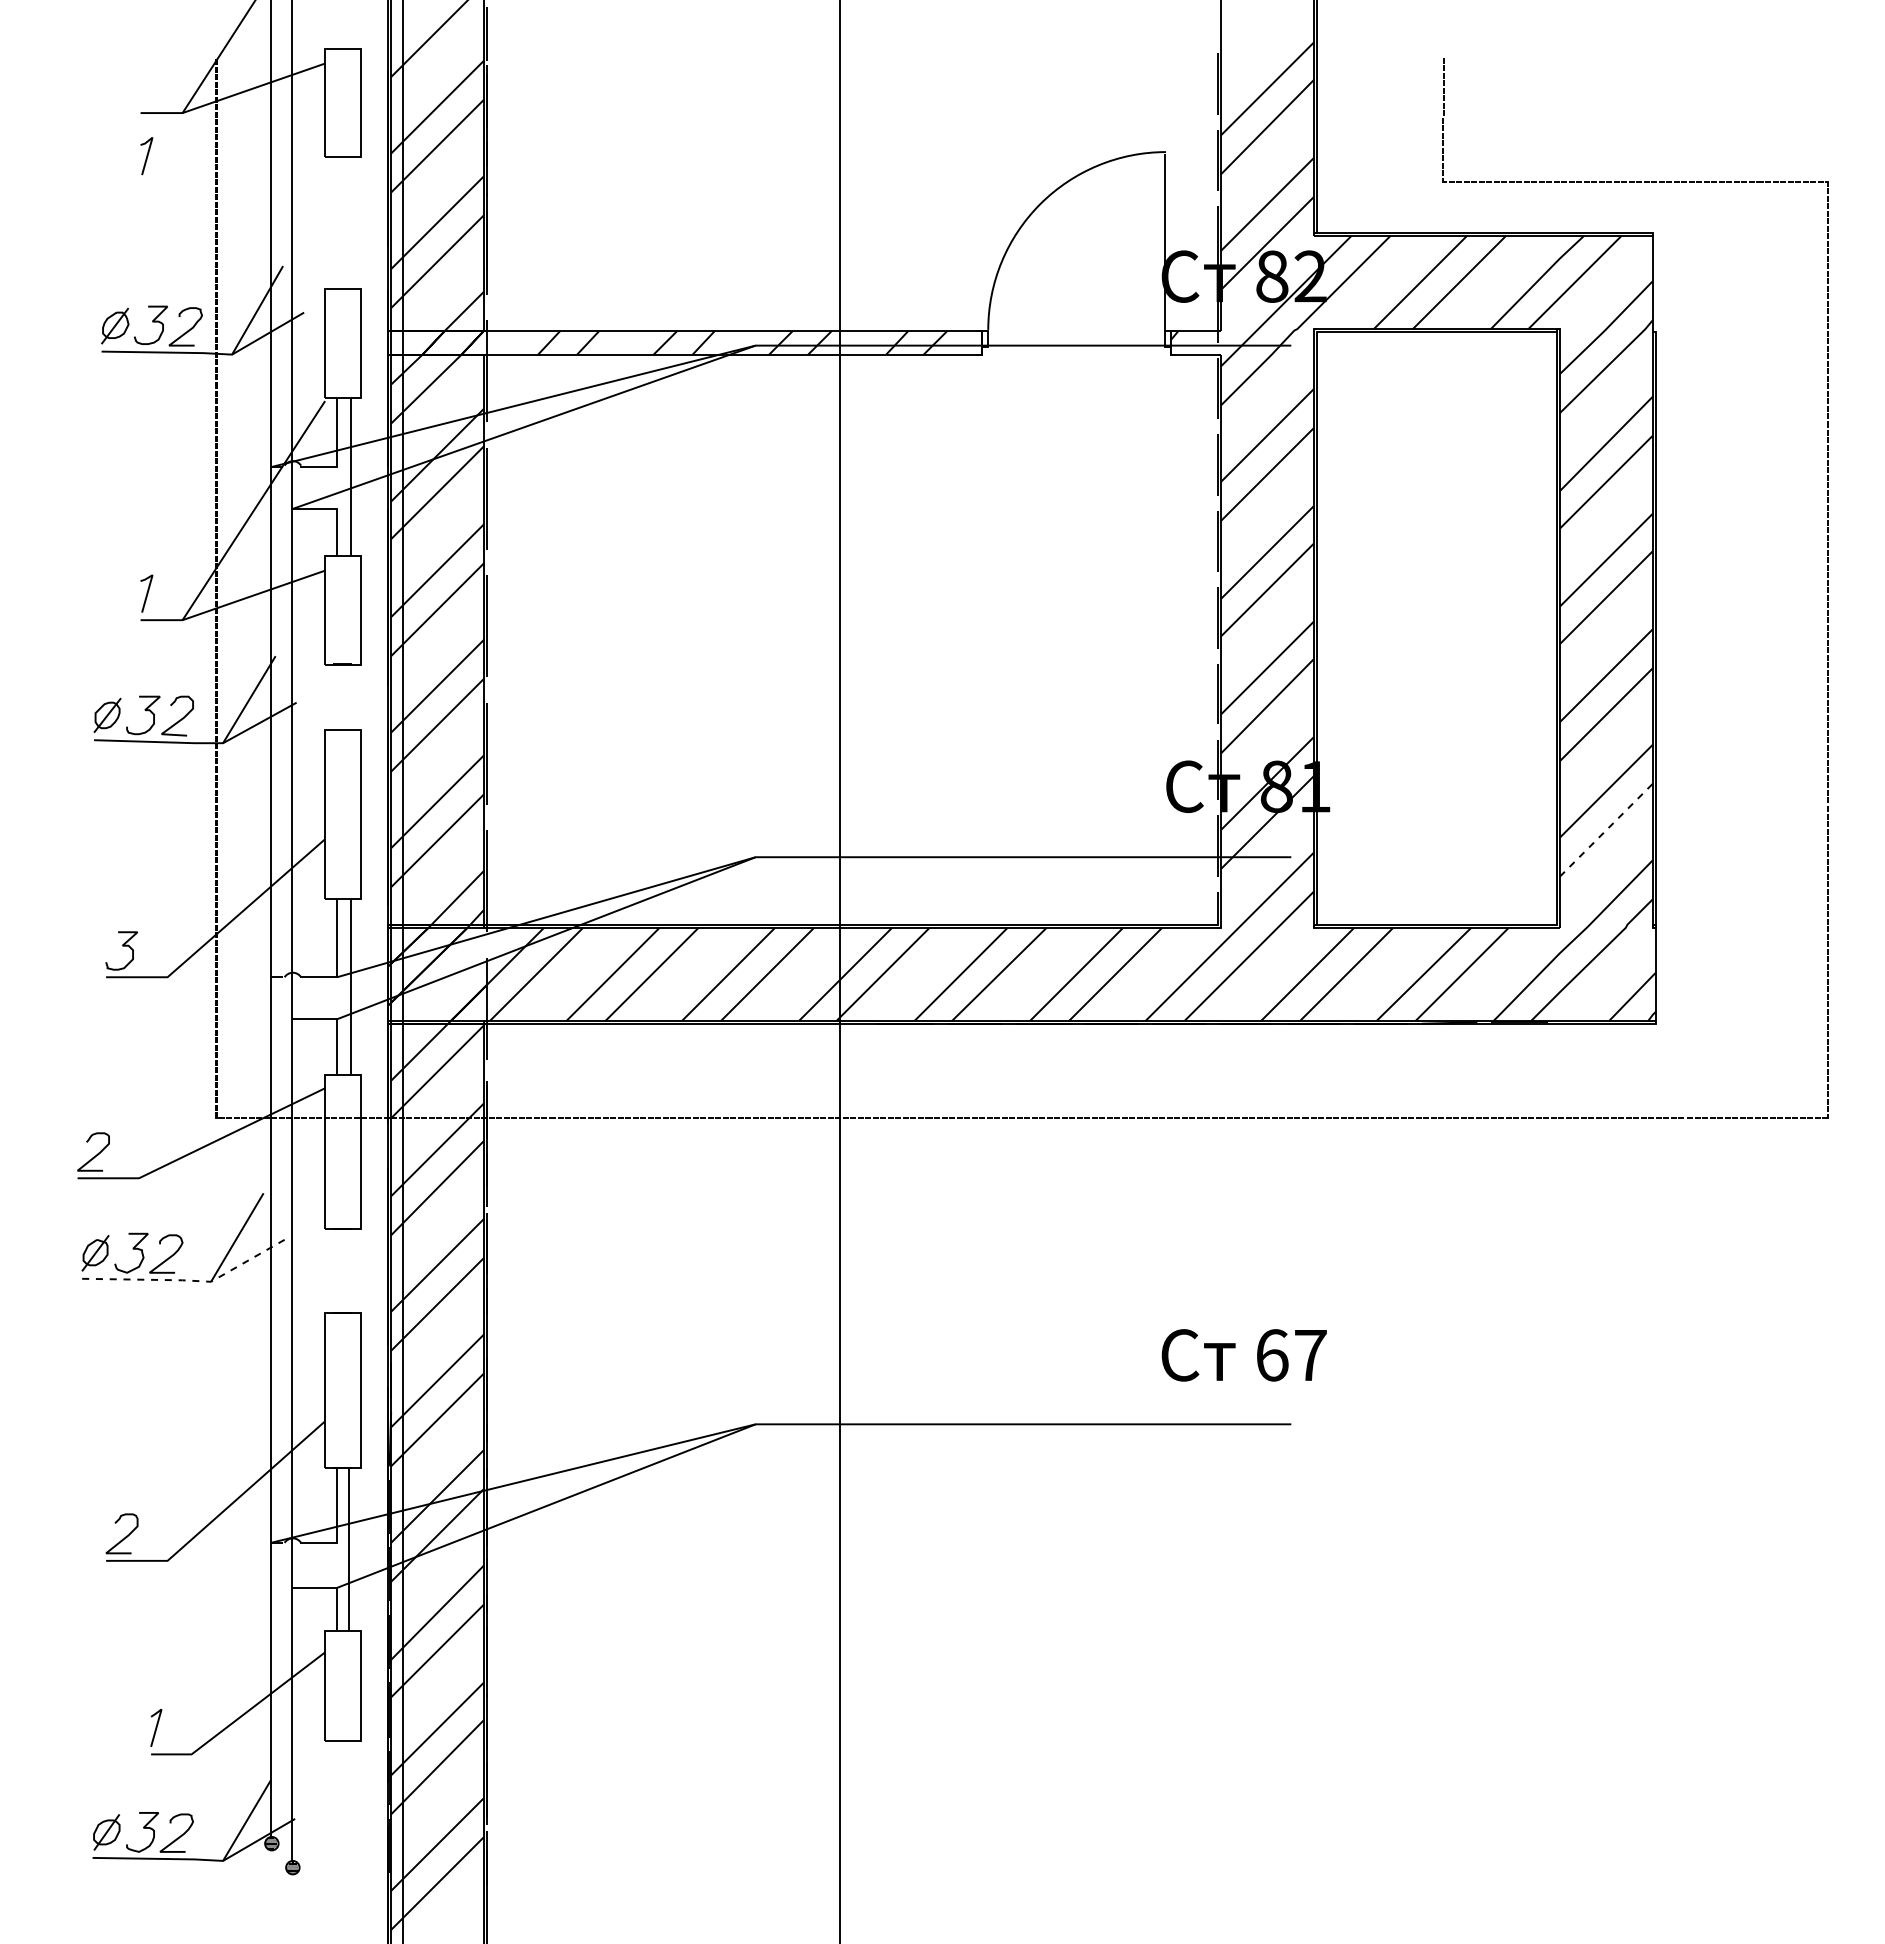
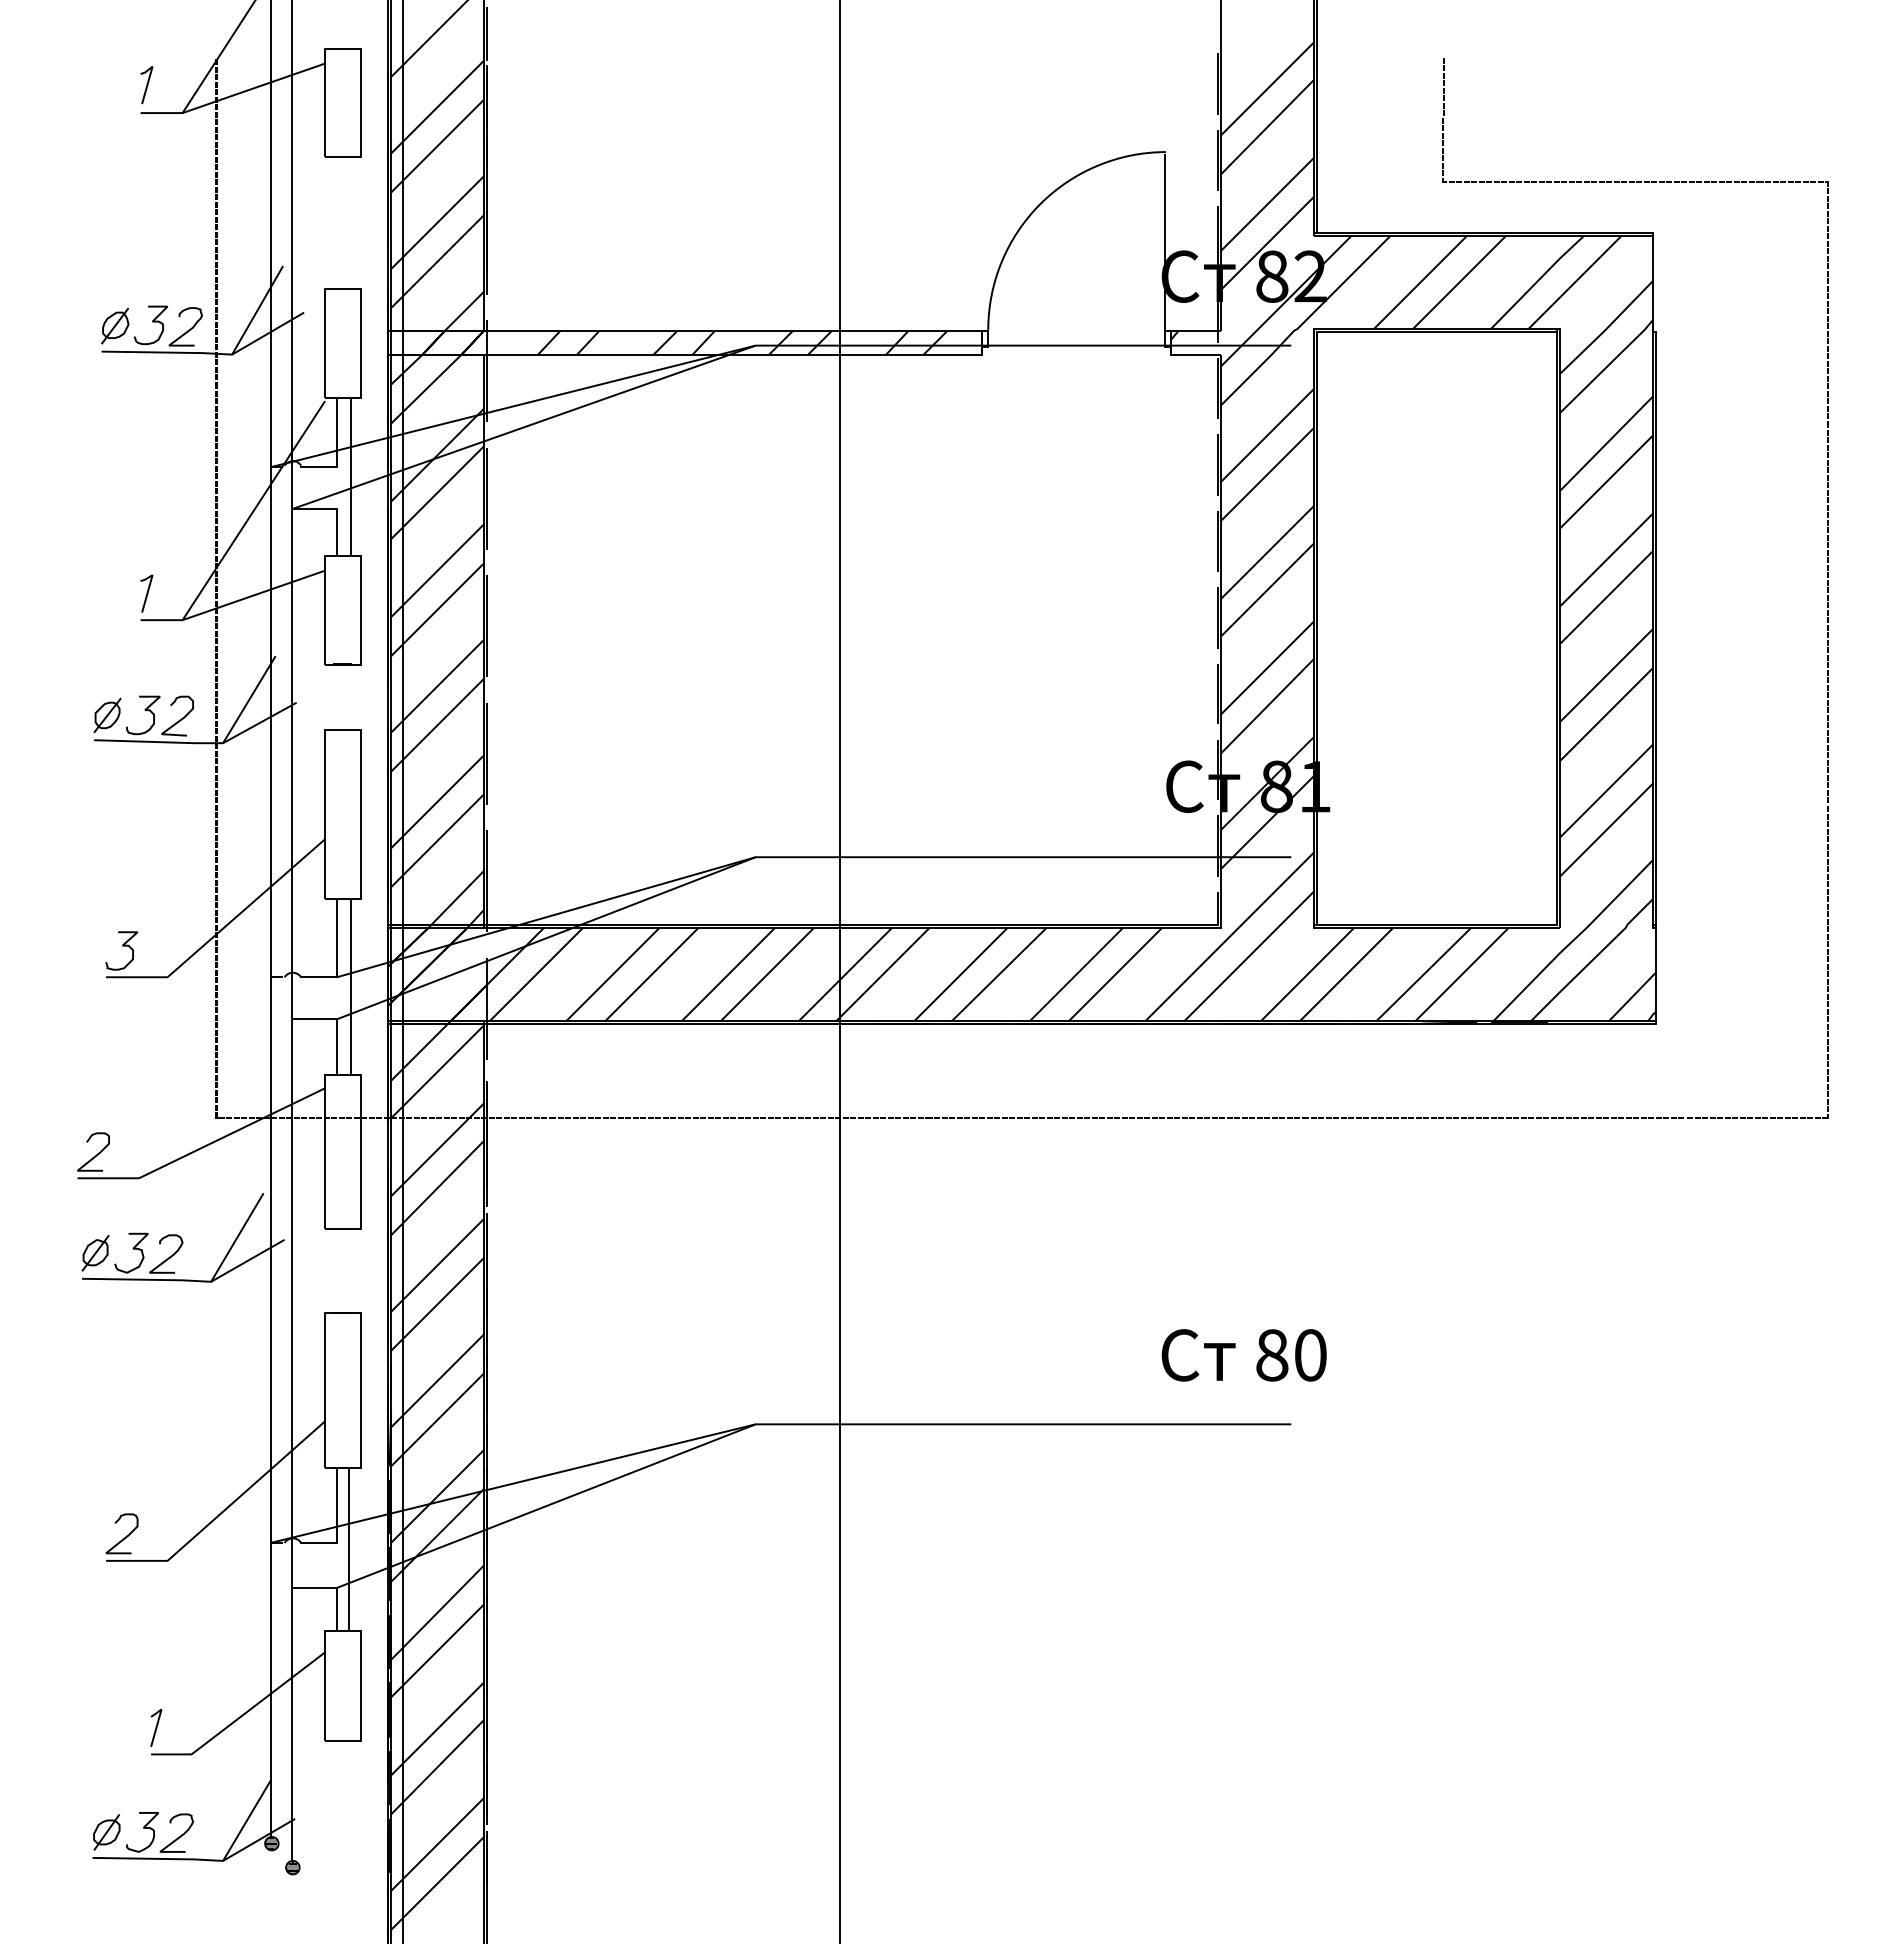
line at (146, 156) position: (146, 156) -> (146, 85)
line at (1606, 830): dashed -> solid
line at (188, 1280): dashed -> solid
text at (1291, 1355): 67 -> 80
